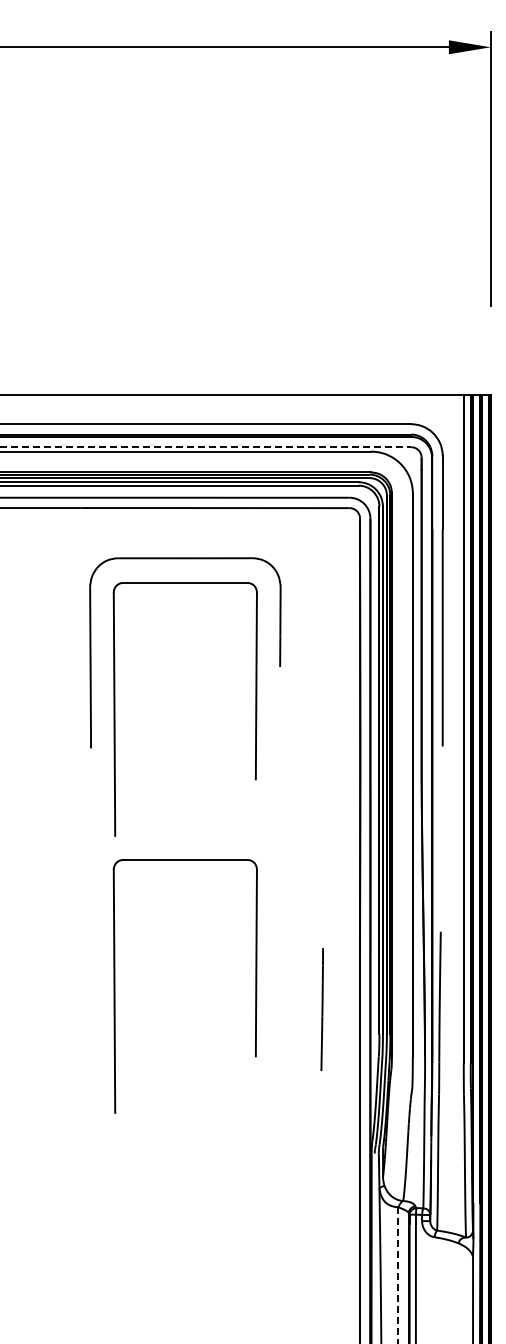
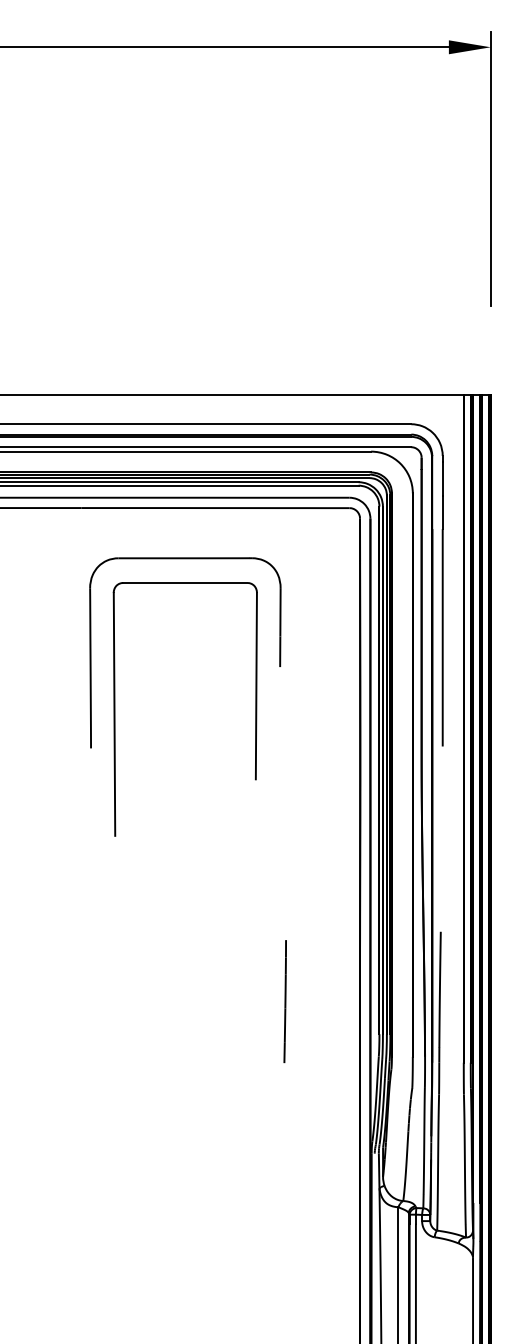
line at (206, 447): dashed -> solid
part at (115, 986): present -> none
line at (321, 1009) position: (321, 1009) -> (284, 1001)
line at (398, 1275): dashed -> solid
